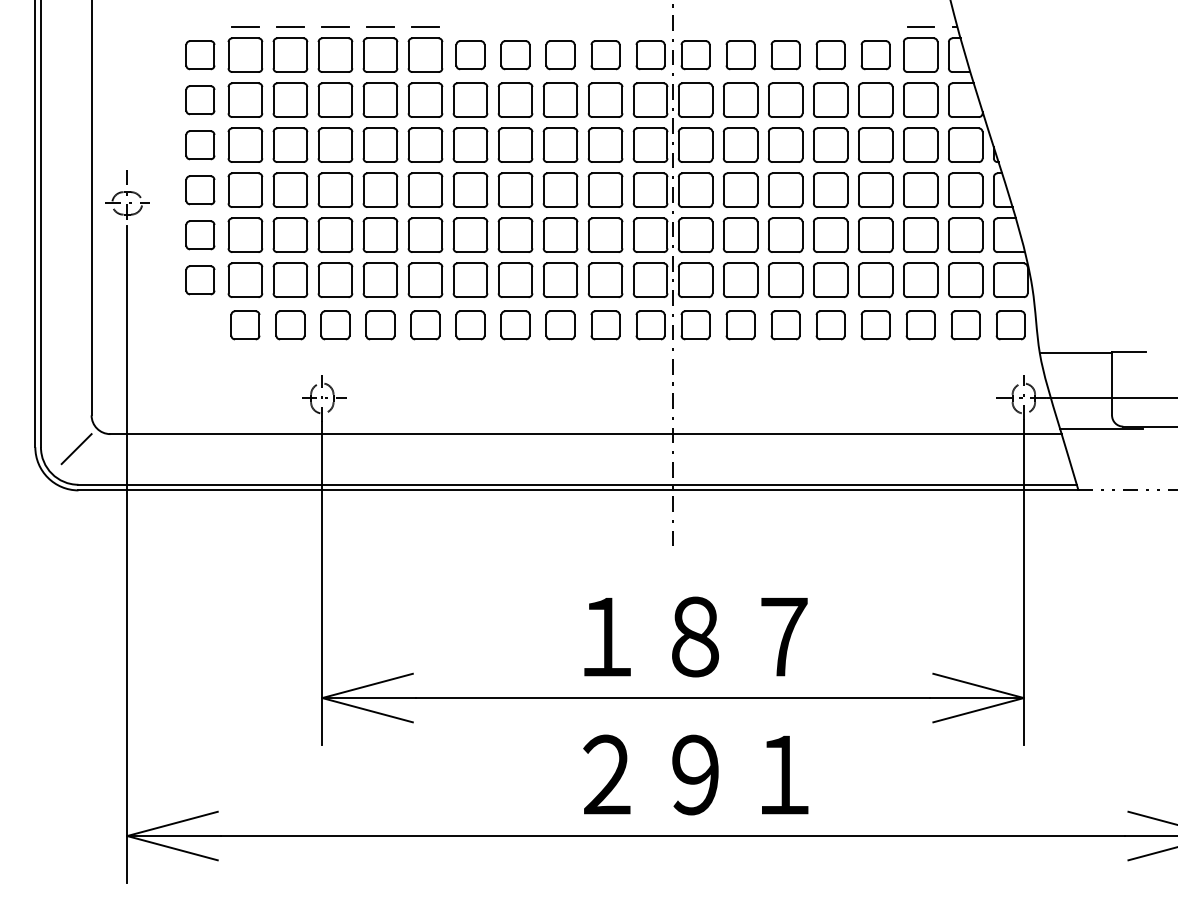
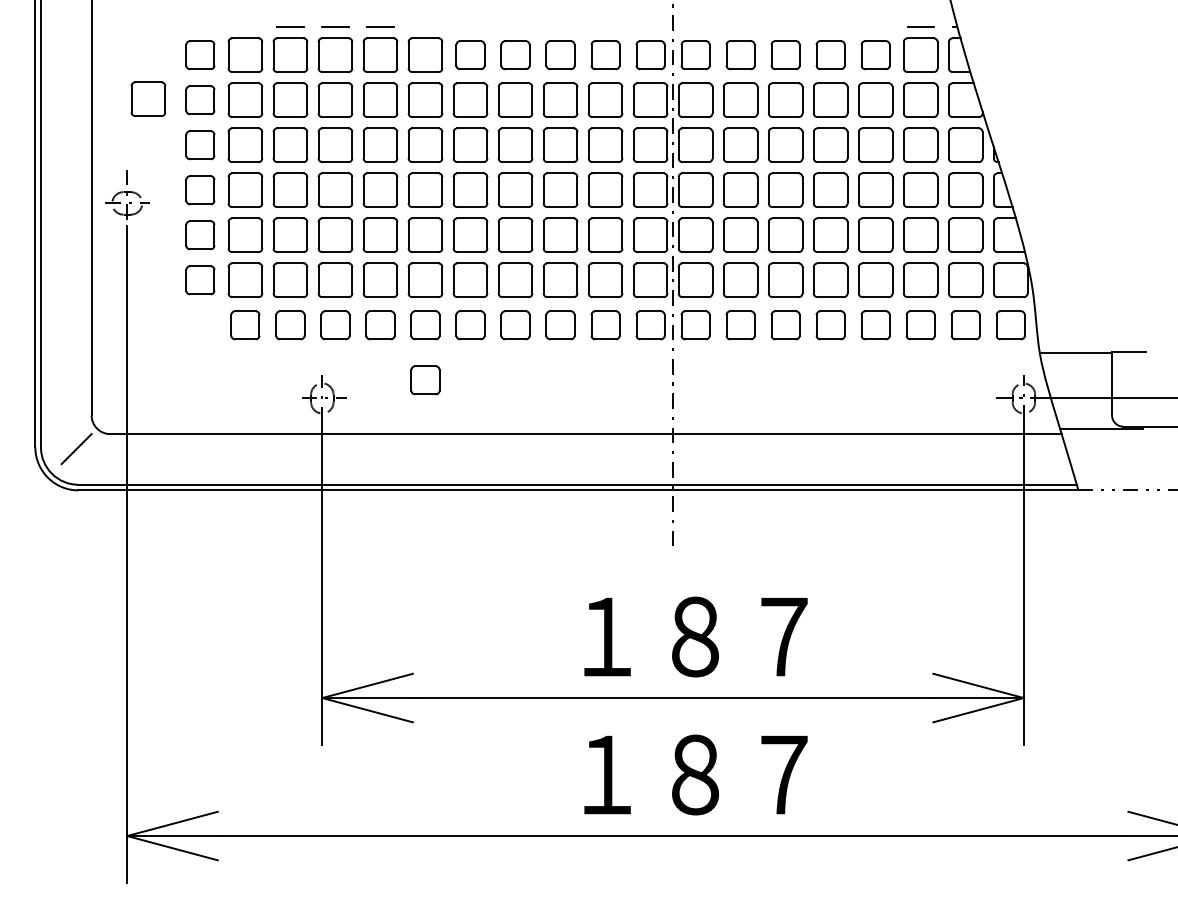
line at (245, 27): present -> none
line at (425, 27): present -> none
part at (148, 98): none -> present
part at (425, 380): none -> present
text at (695, 774): ２９１ -> １８７
